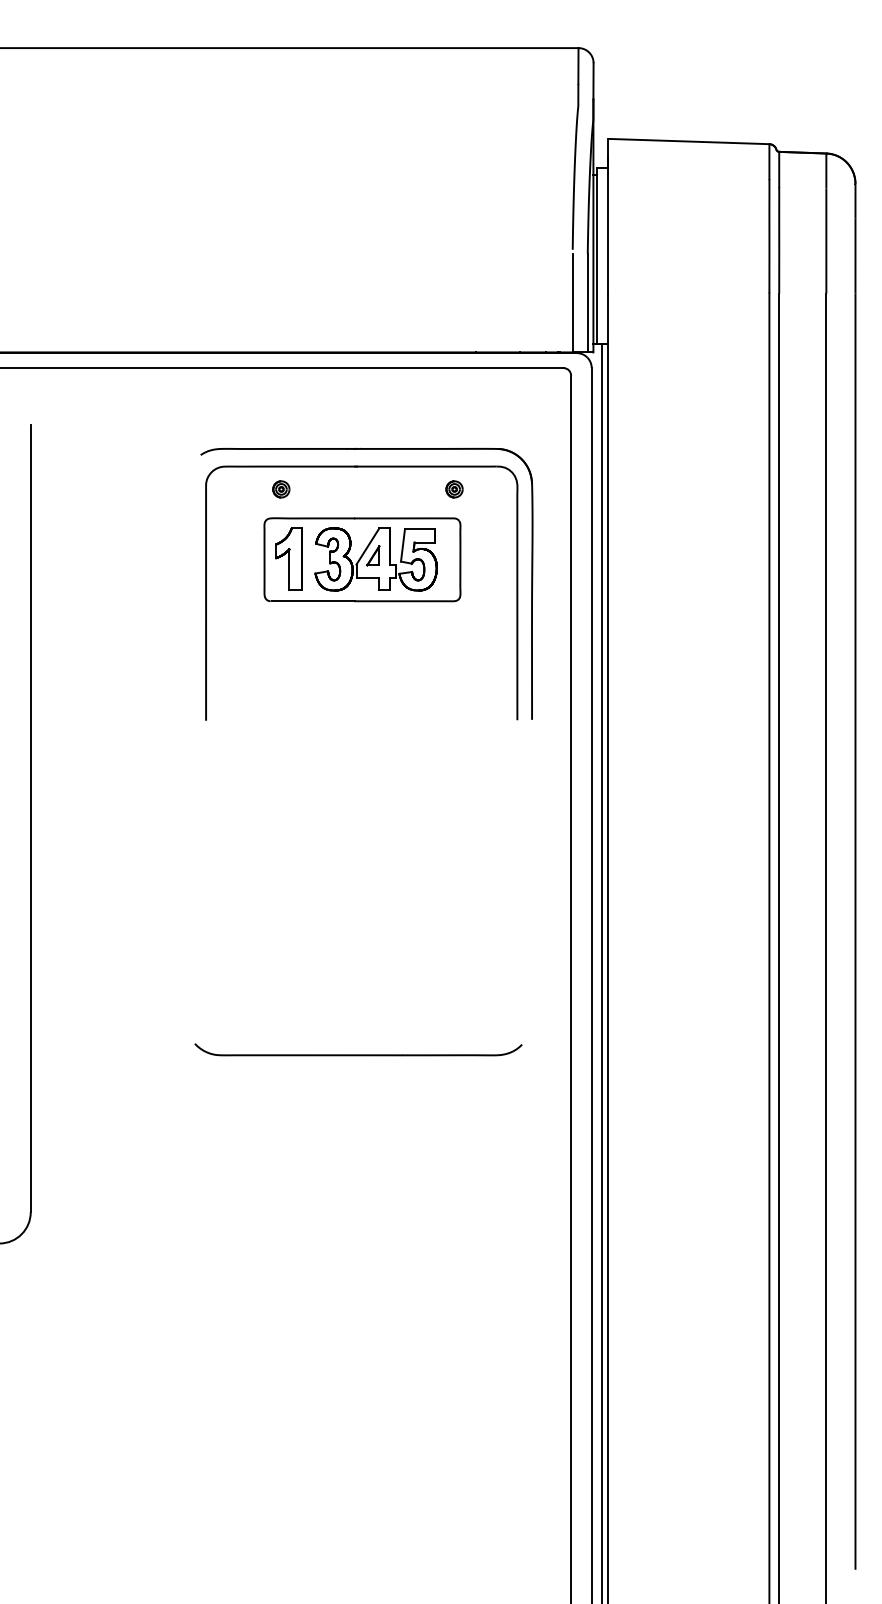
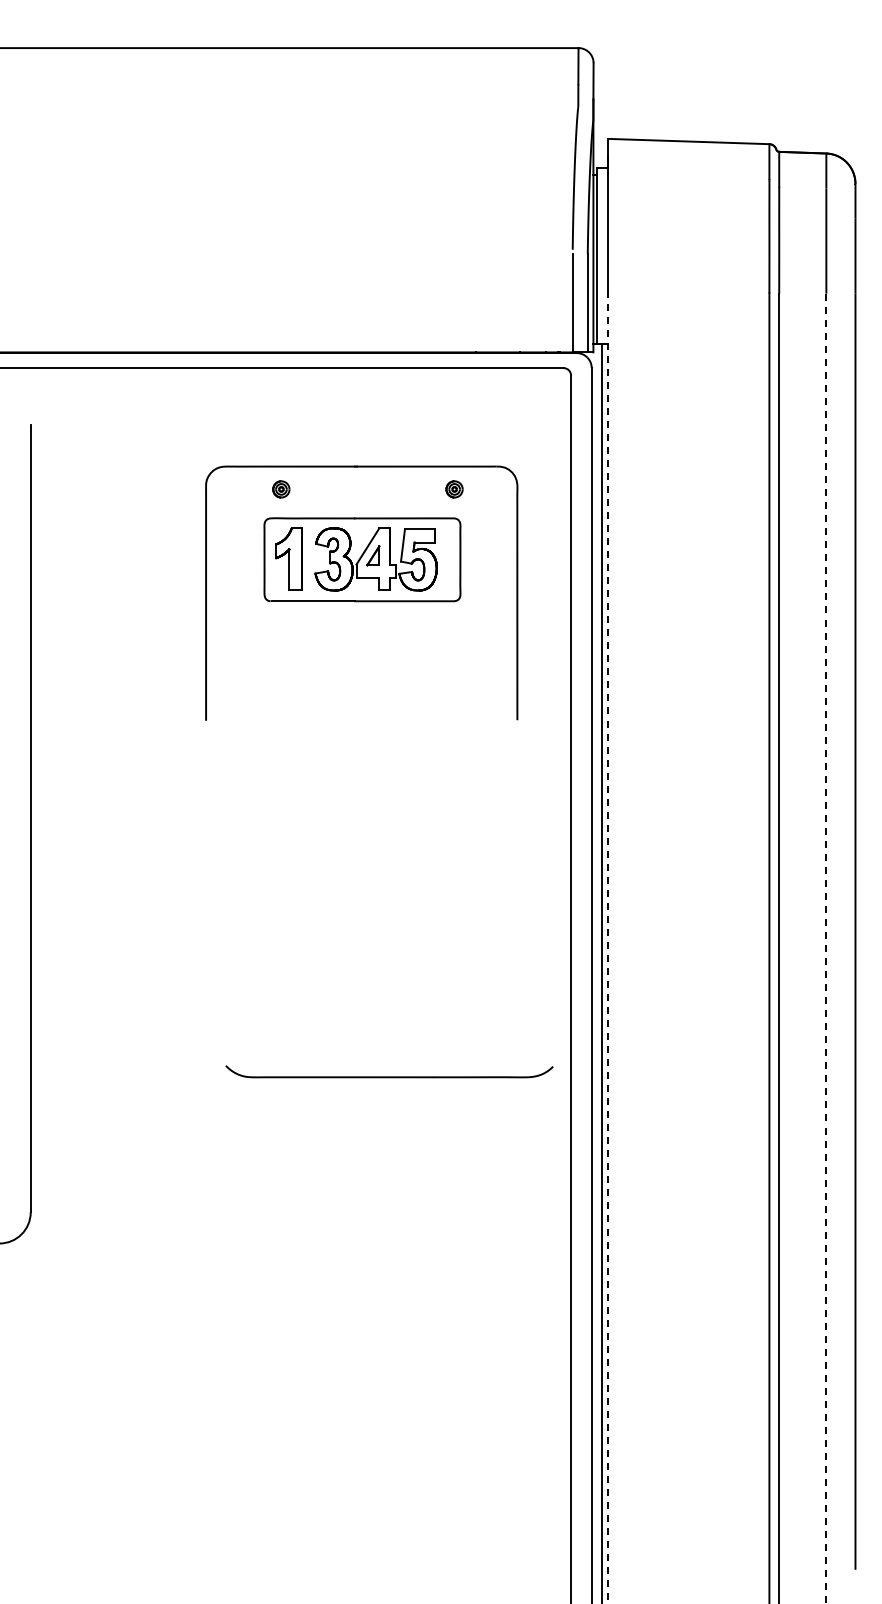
part at (366, 449): present -> none
line at (608, 948): solid -> dashed
line at (826, 948): solid -> dashed
part at (358, 1049) position: (358, 1049) -> (389, 1071)
